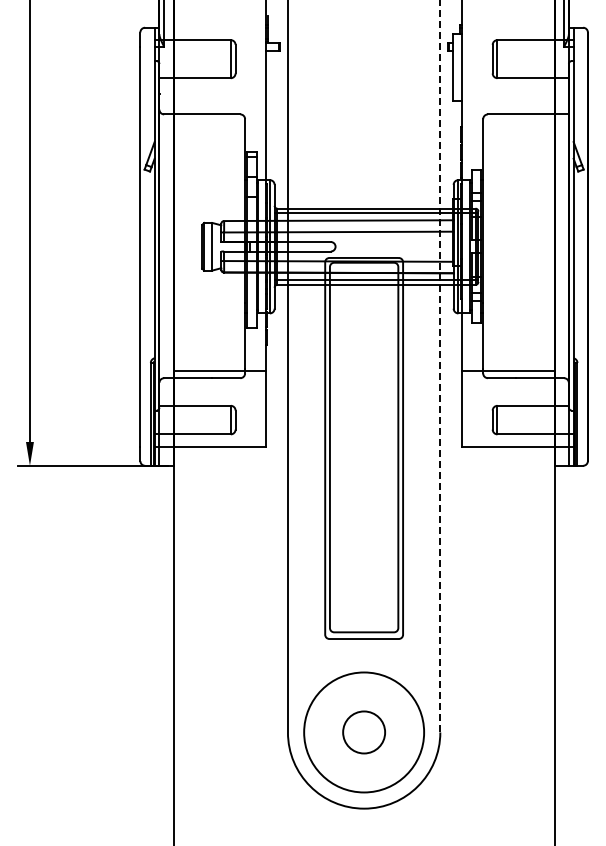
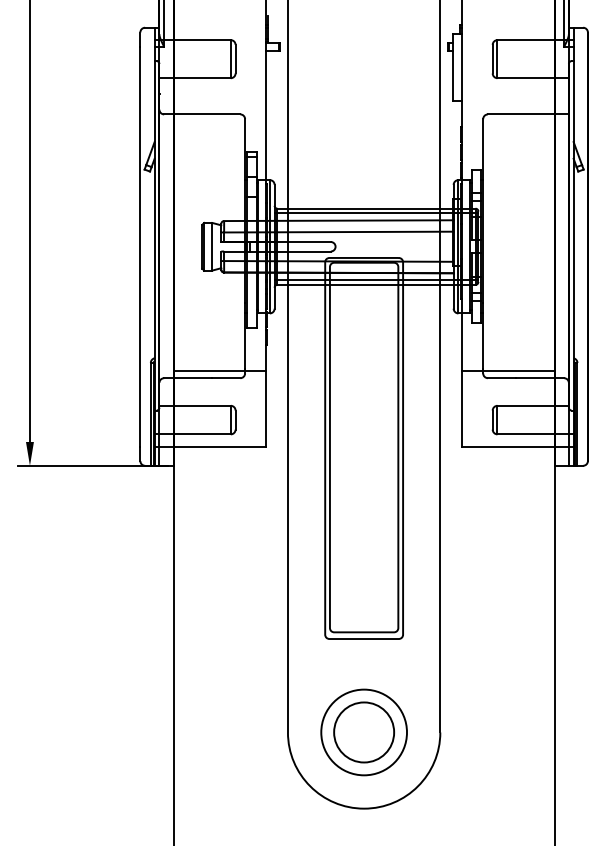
line at (440, 366): dashed -> solid
circle at (364, 732) diameter: 120 px -> 86 px
circle at (364, 732) diameter: 42 px -> 60 px
